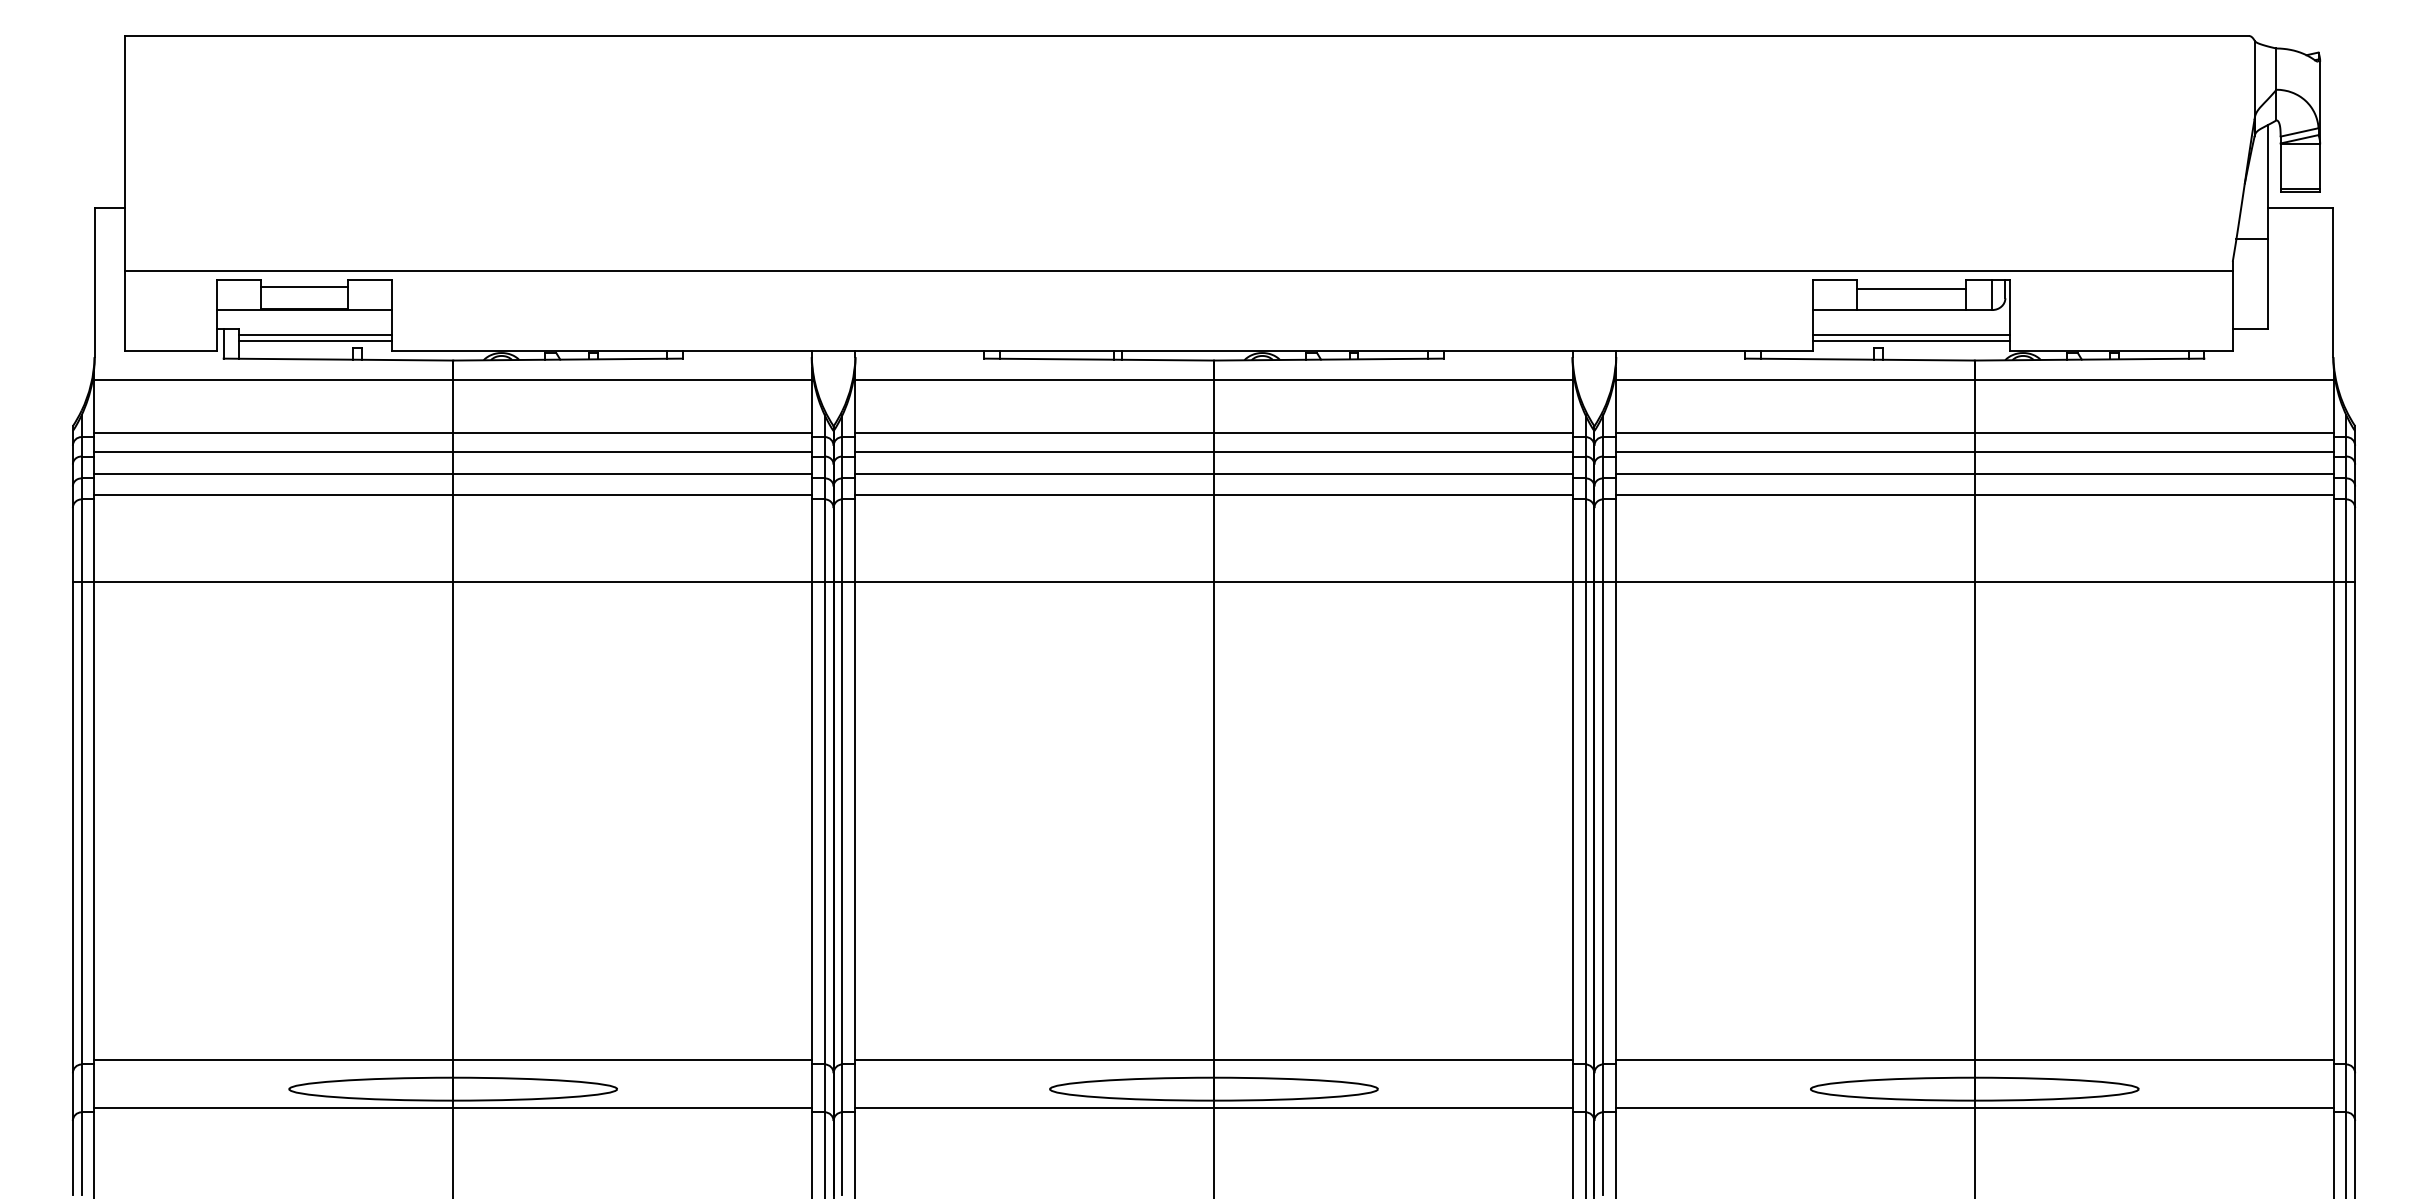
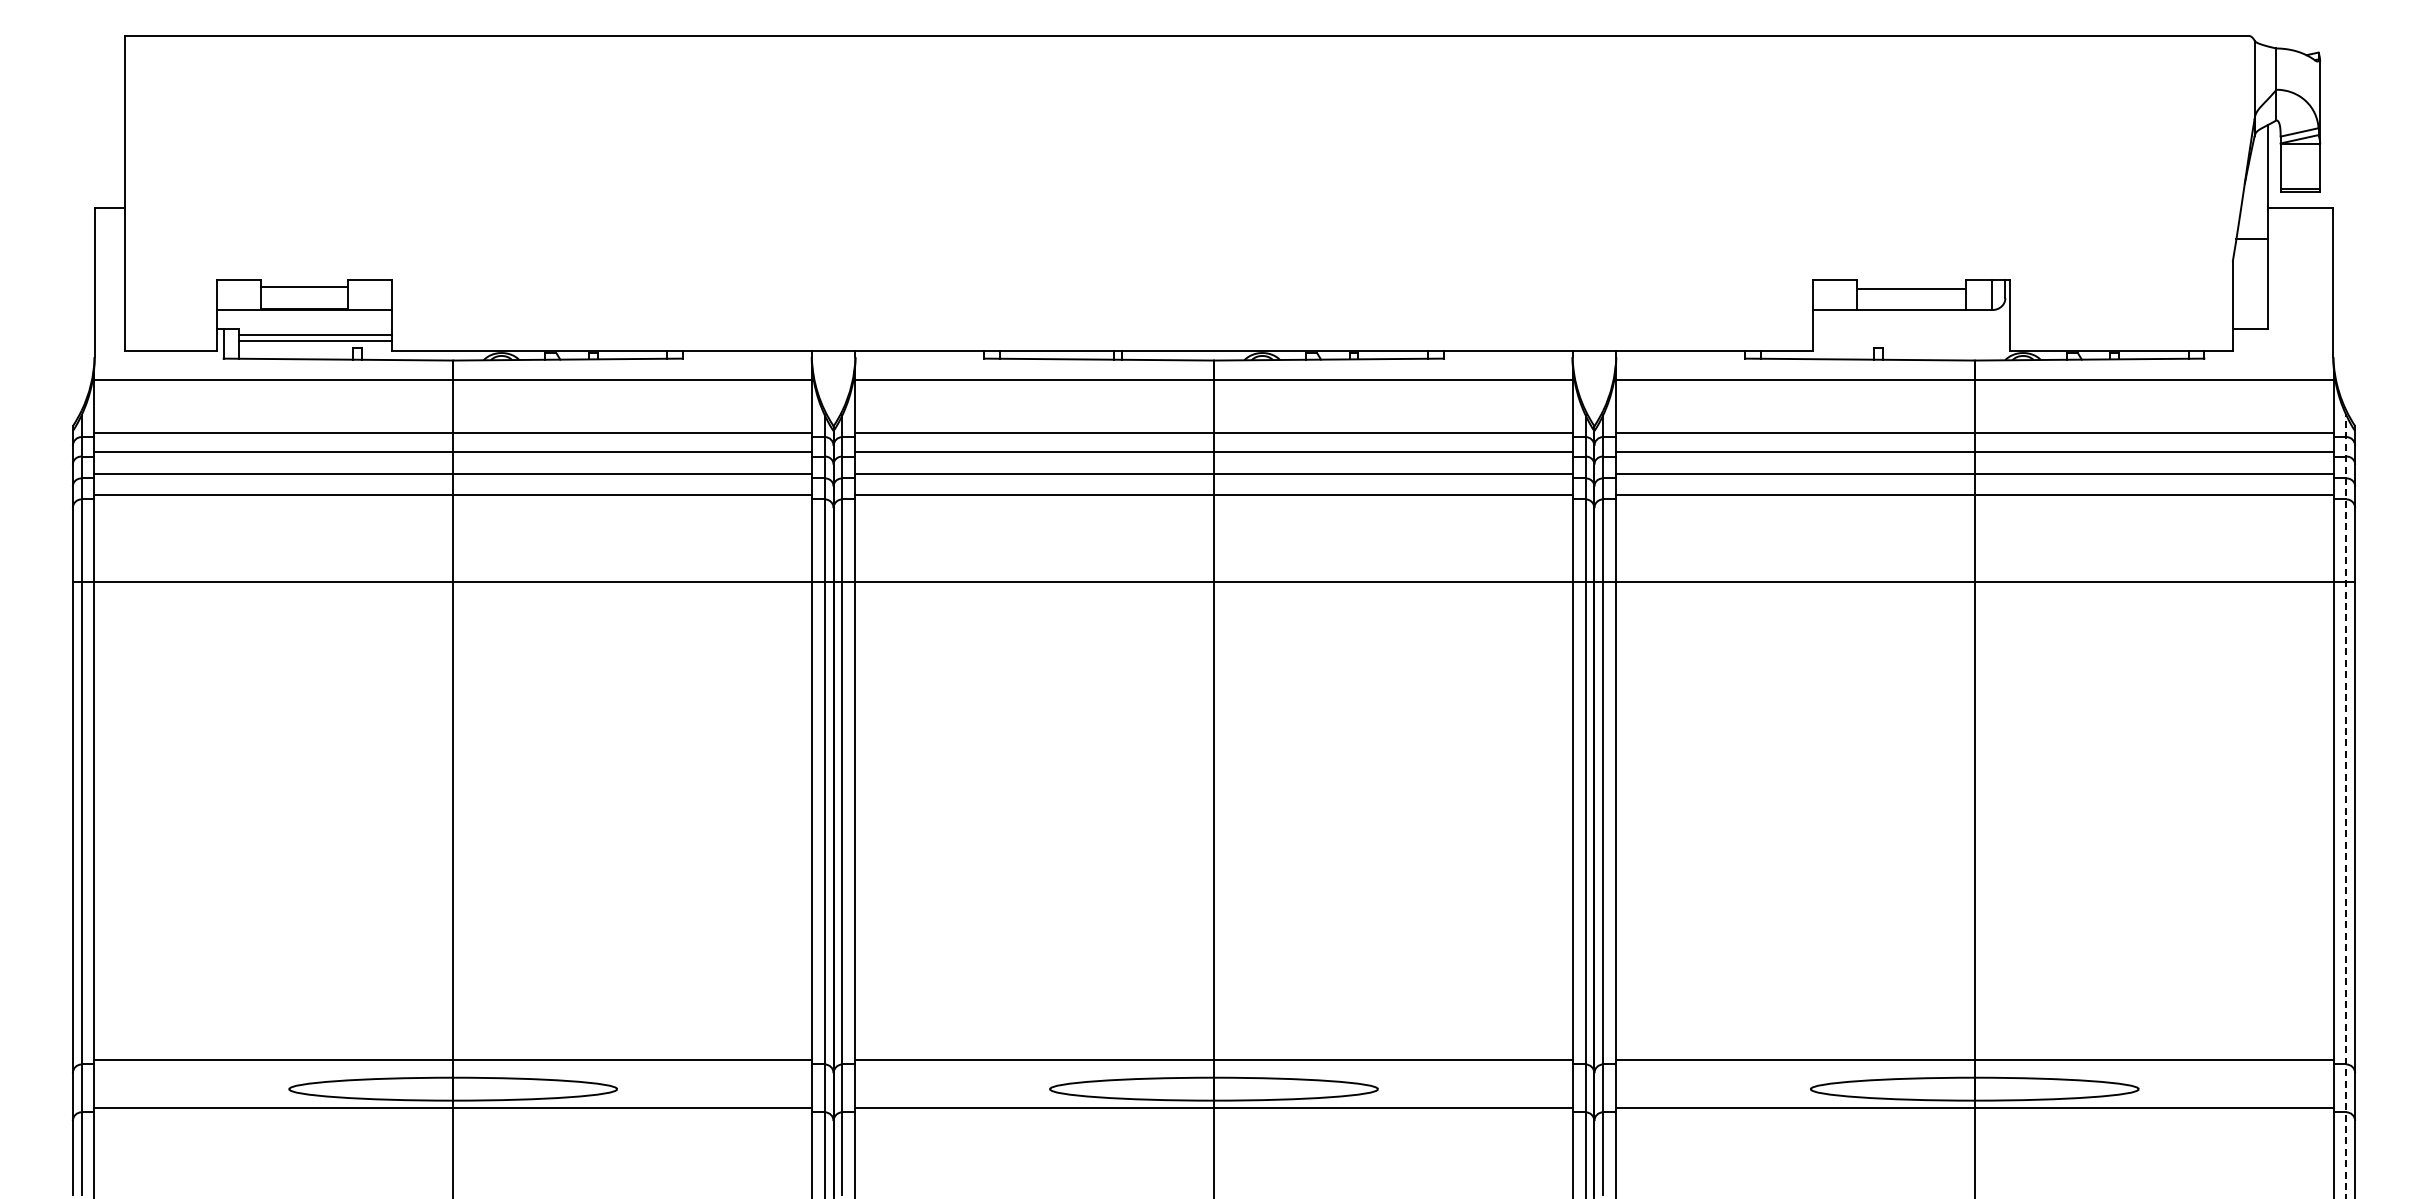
line at (1178, 271): present -> none
line at (1911, 335): present -> none
line at (1911, 341): present -> none
line at (2346, 806): solid -> dashed
